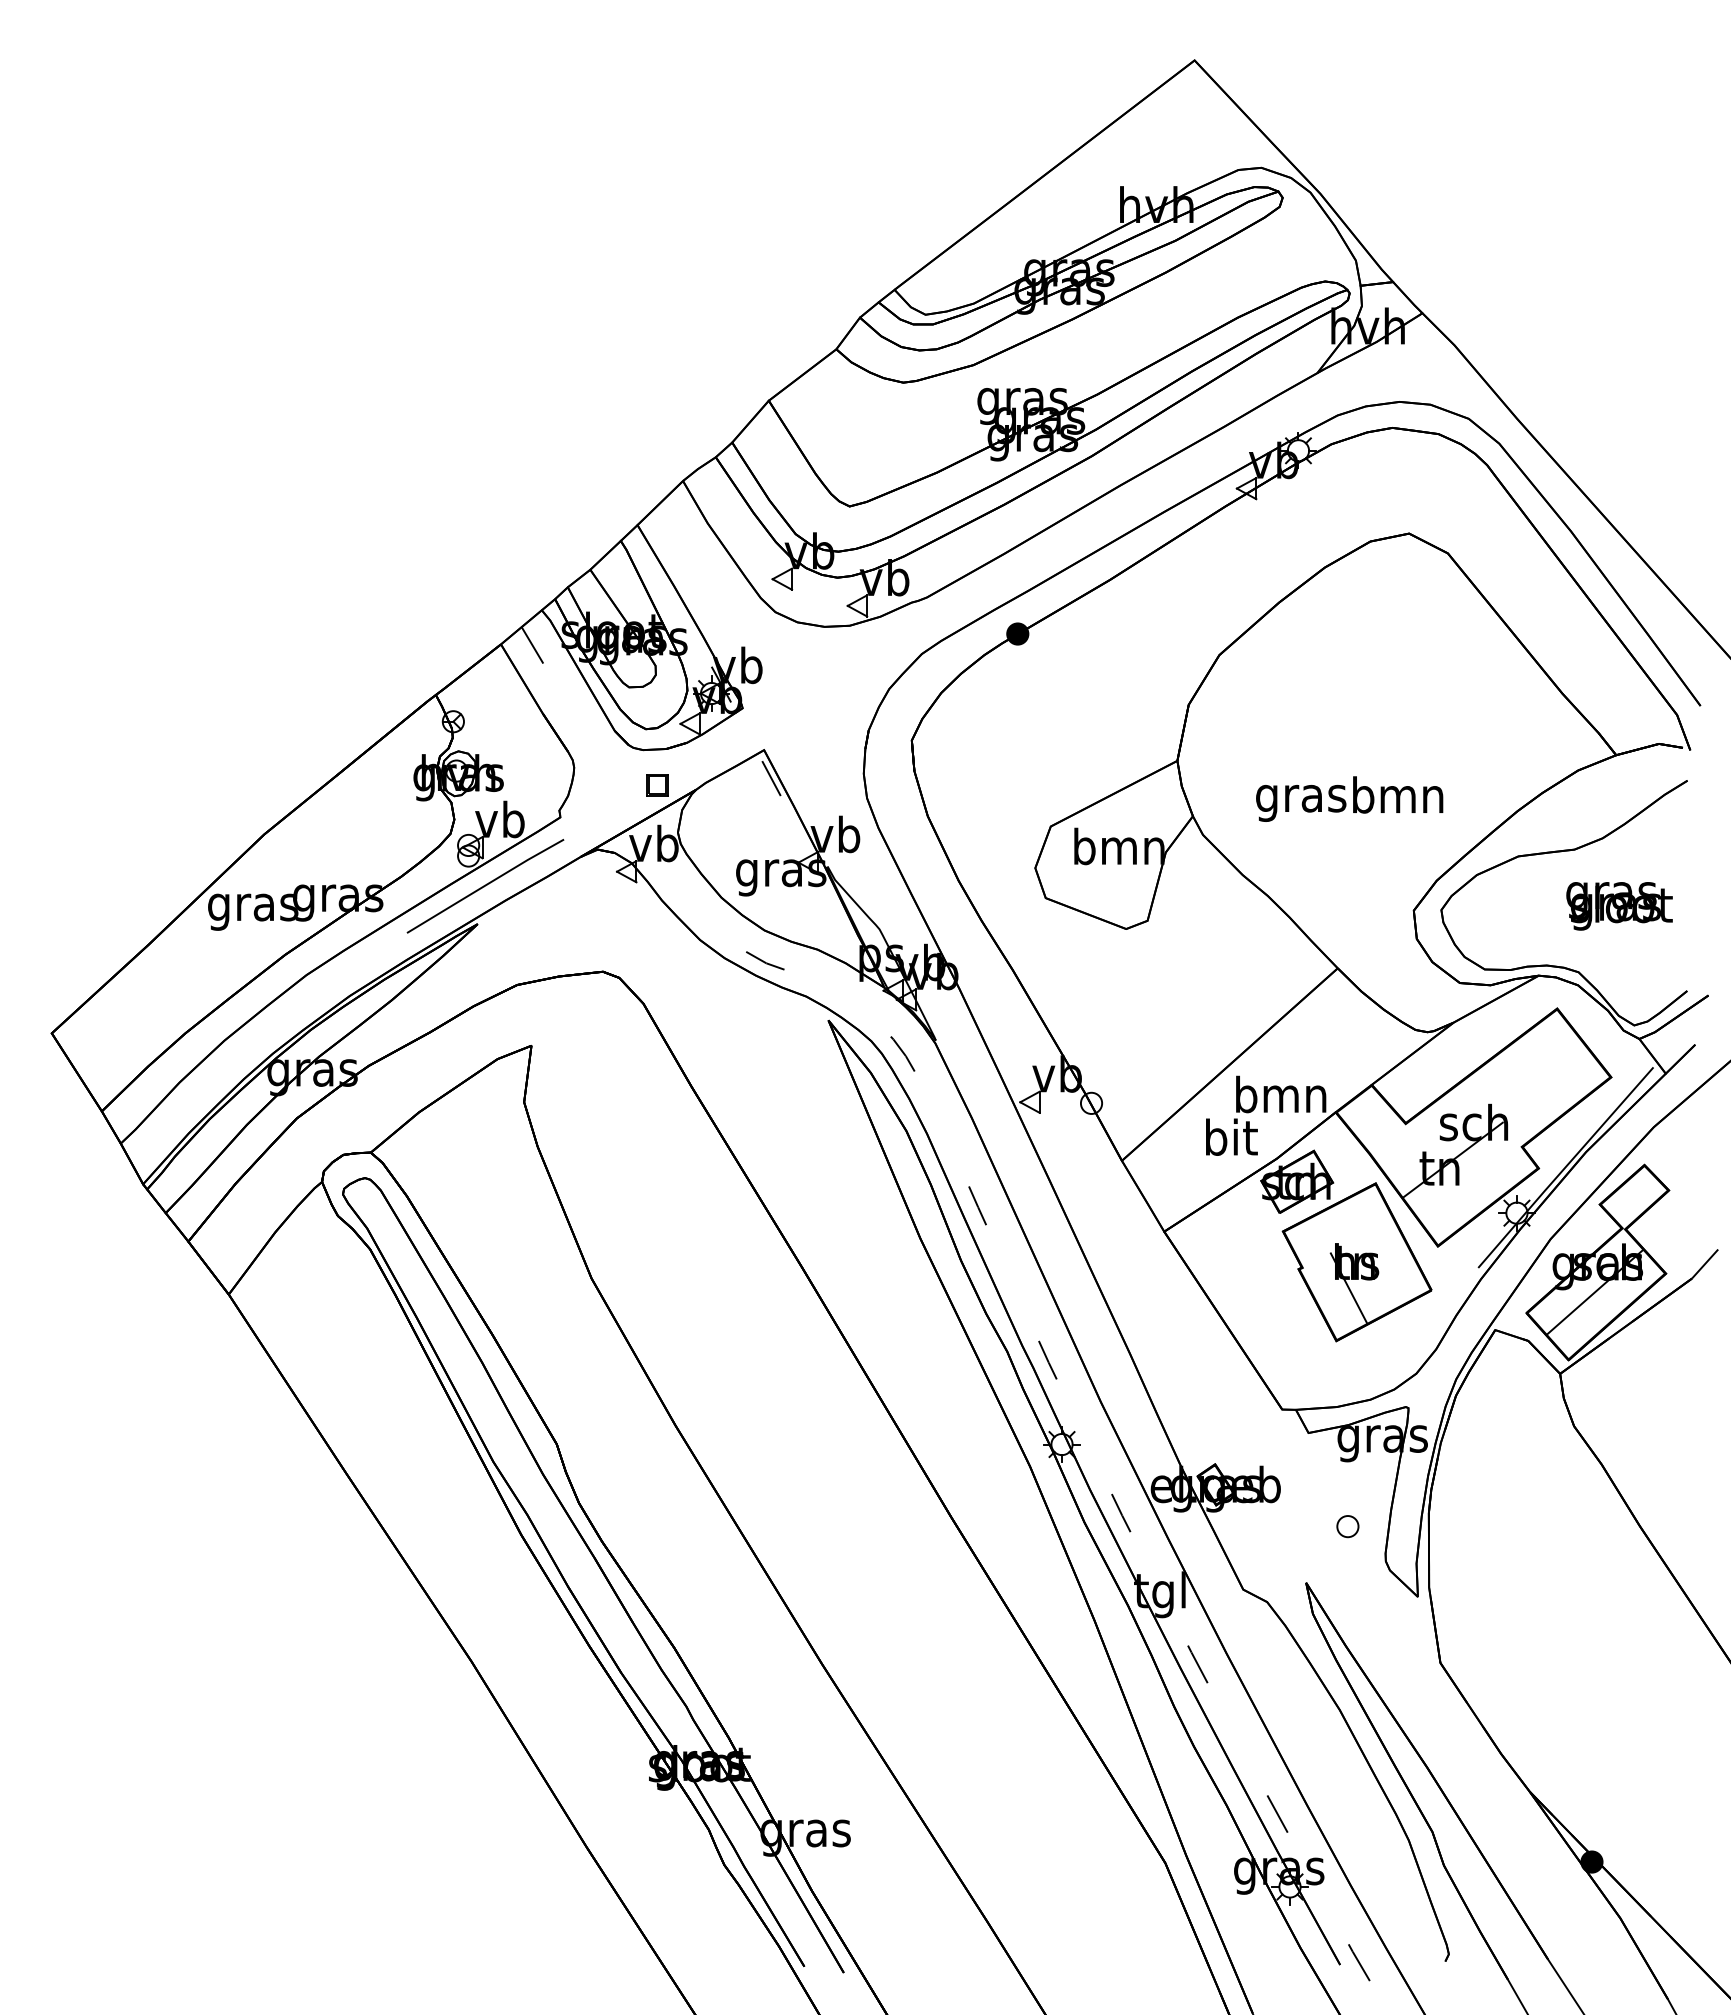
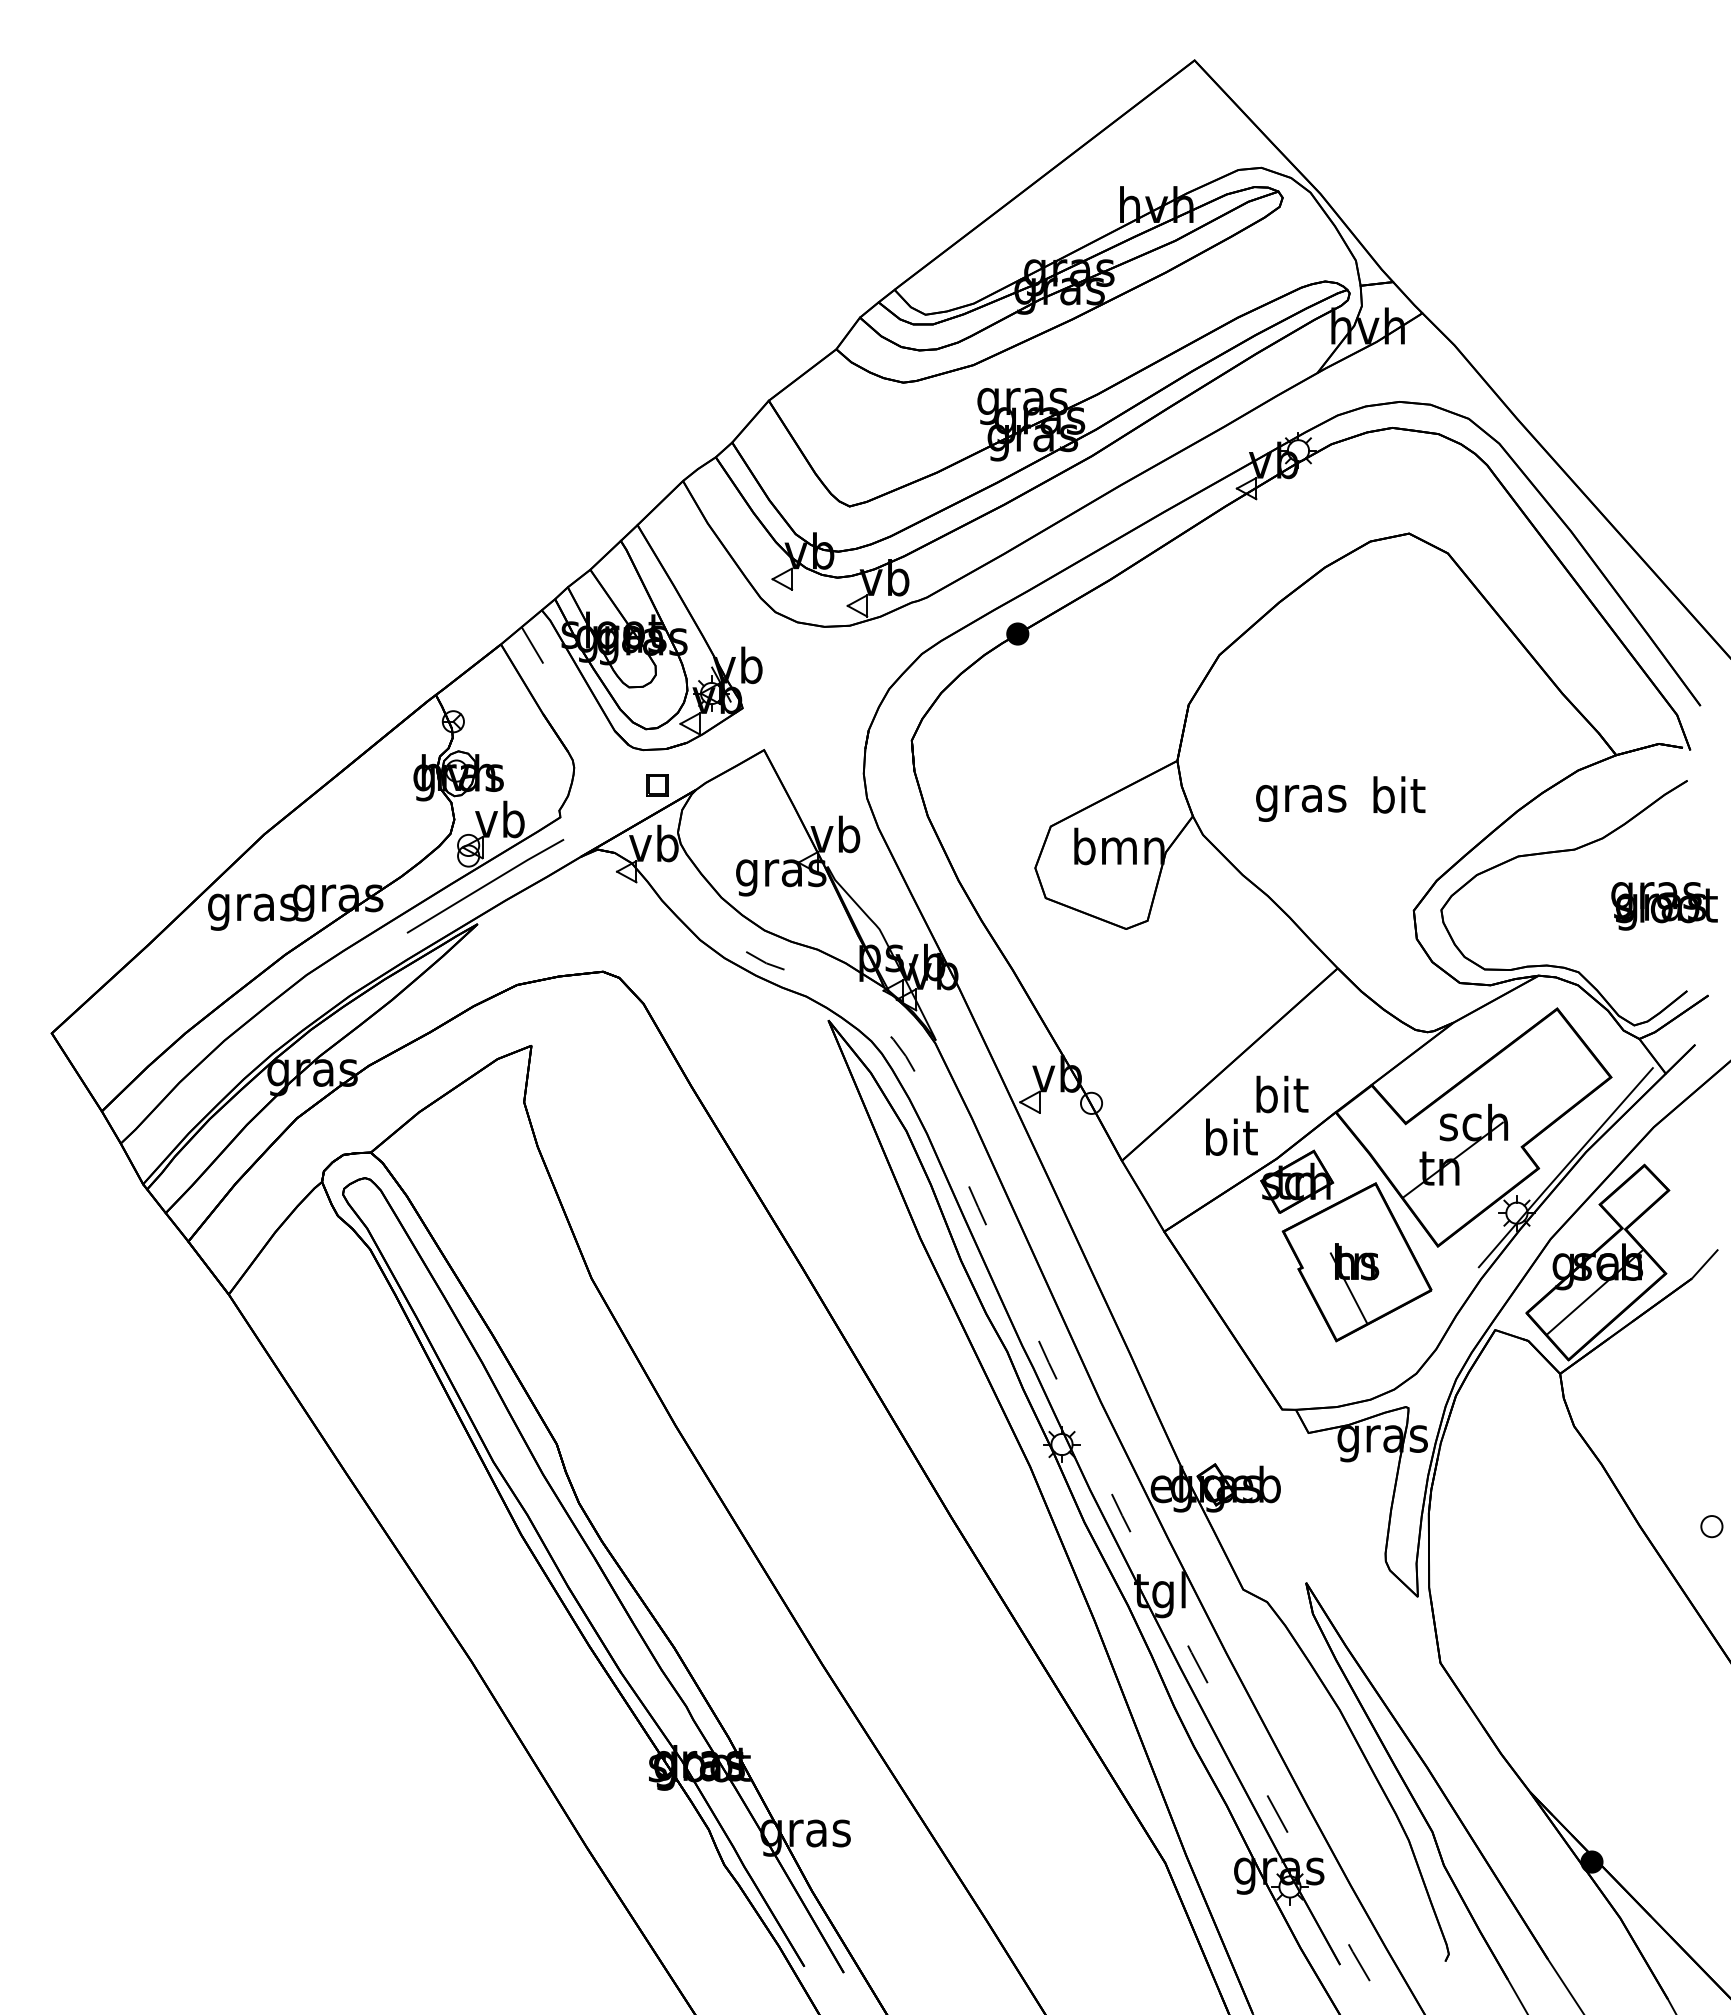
line at (771, 778): present -> none
text at (1398, 794): bmn -> bit
text at (1619, 906) position: (1619, 906) -> (1664, 906)
text at (1281, 1094): bmn -> bit
part at (1347, 1526) position: (1347, 1526) -> (1711, 1526)
